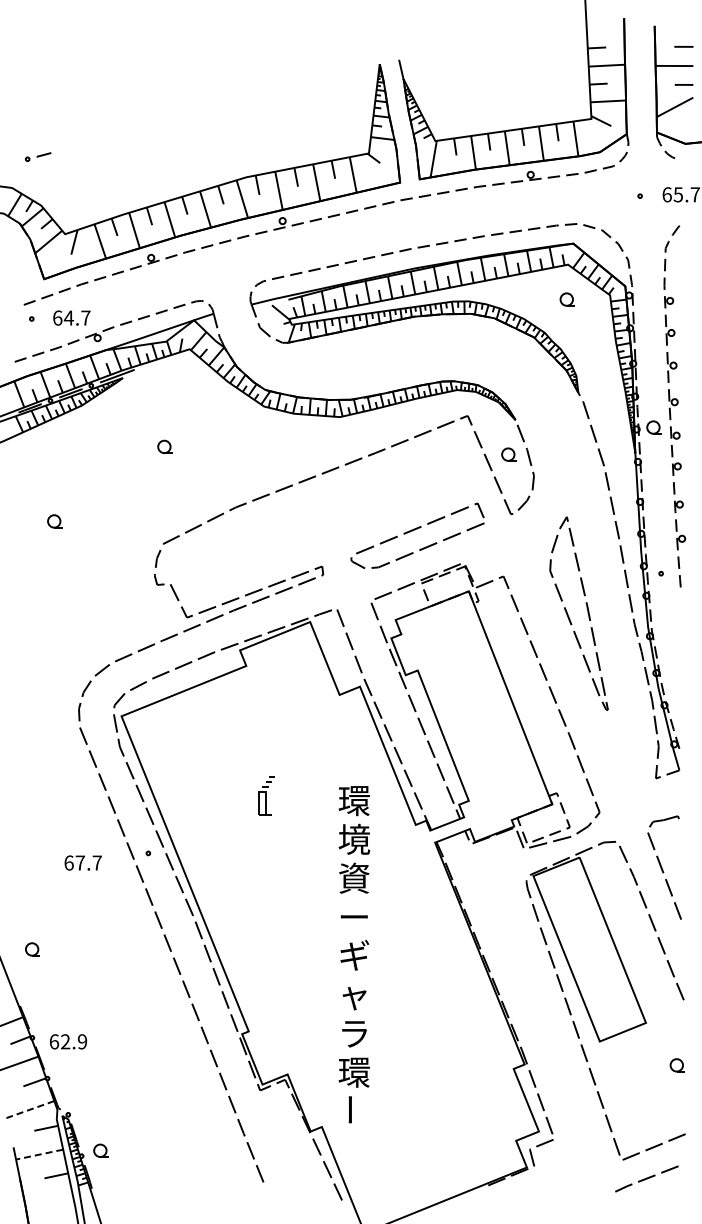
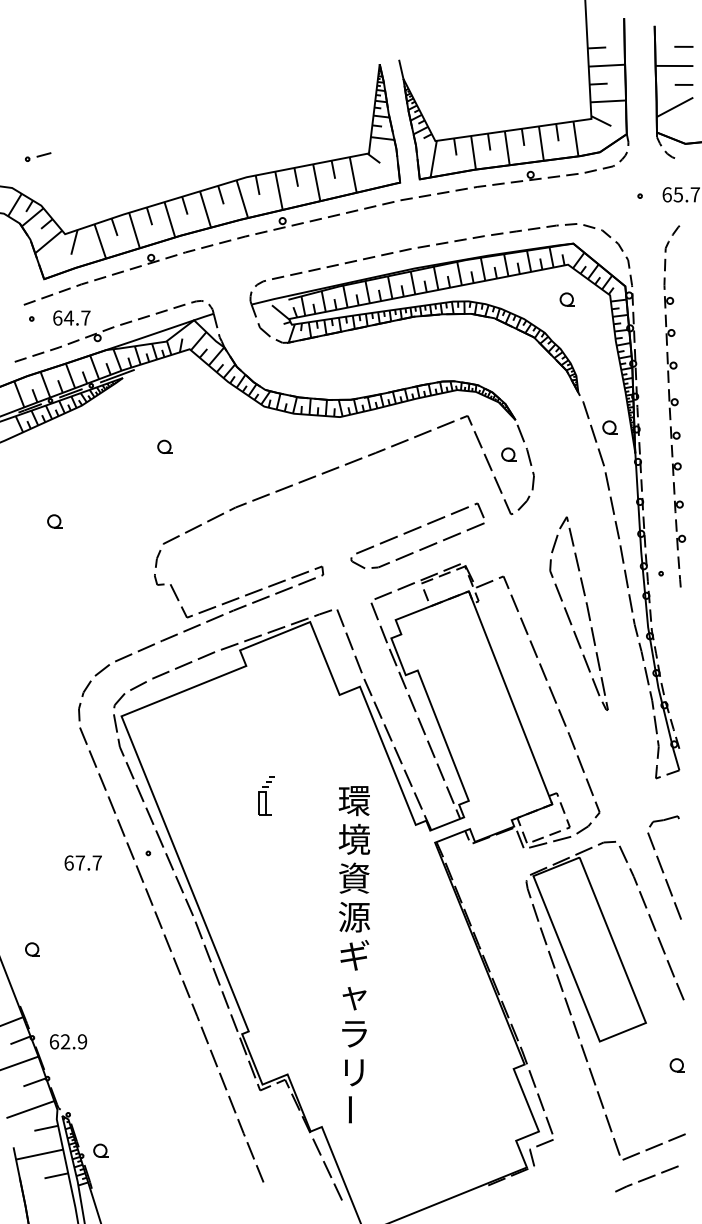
part at (653, 427) position: (653, 427) -> (609, 427)
text at (354, 917): ー -> 源
text at (353, 1072): 環 -> リ
line at (29, 1109): dashed -> solid
line at (39, 1154): dashed -> solid
